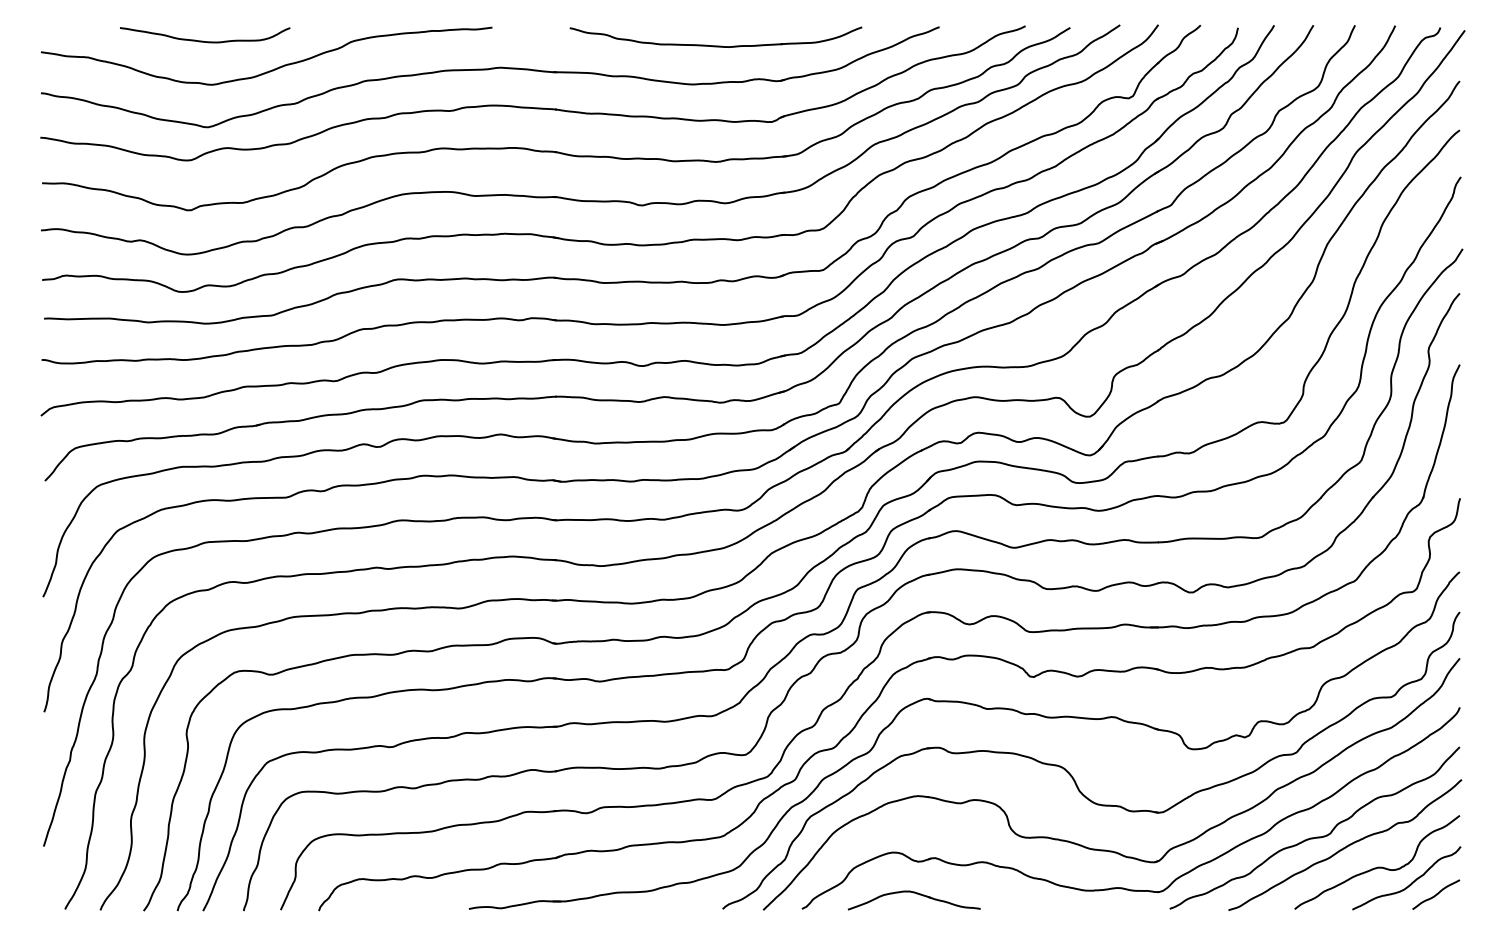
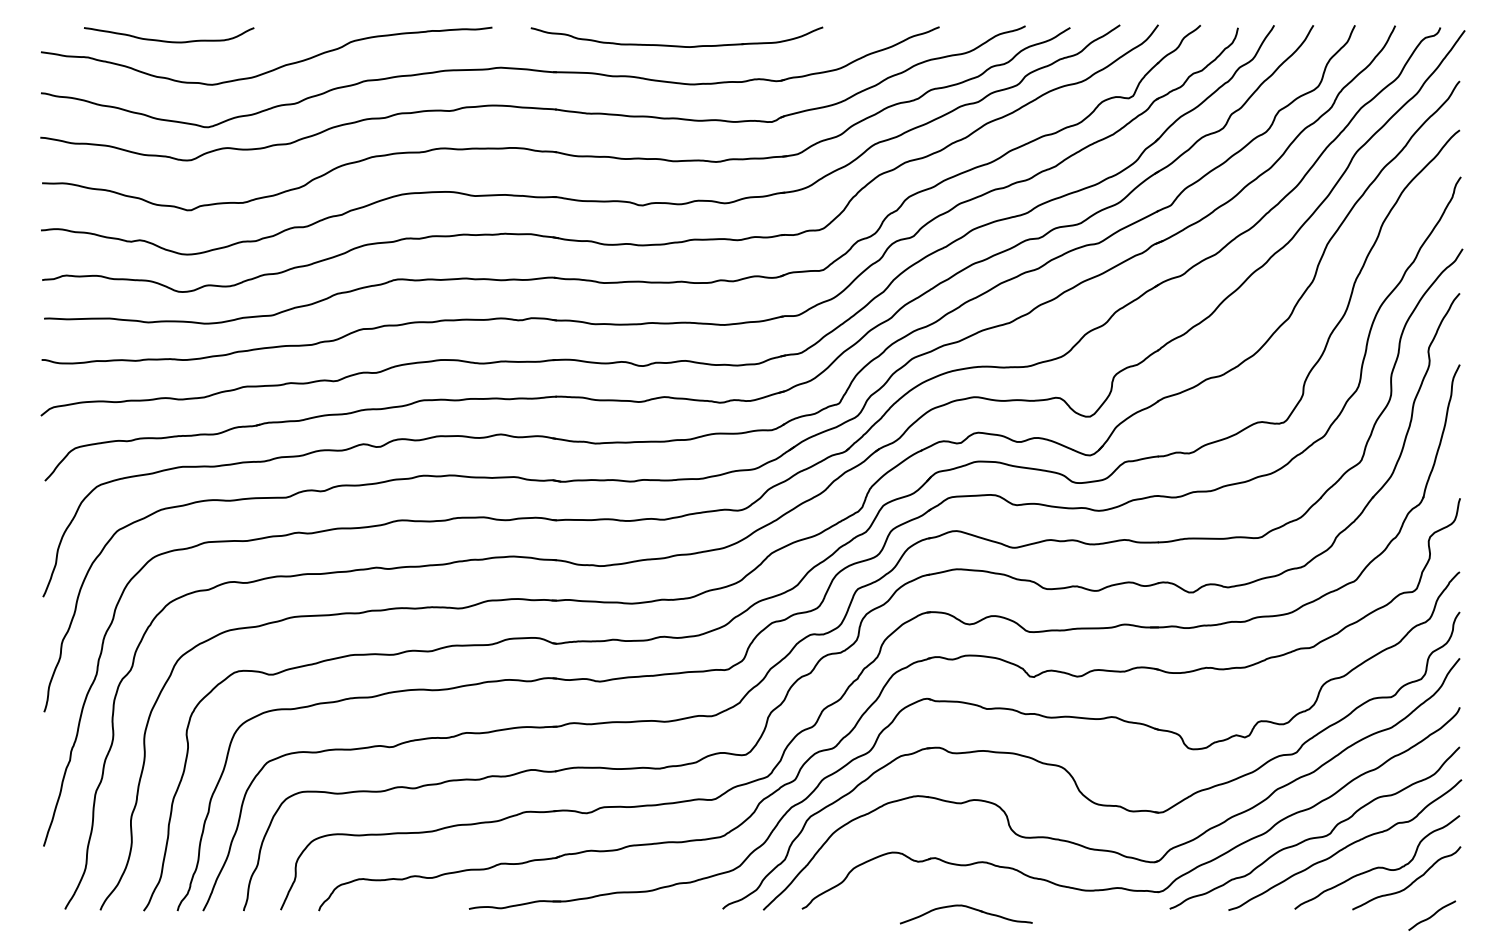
curve at (203, 40) position: (203, 40) -> (167, 40)
part at (715, 45) position: (715, 45) -> (676, 45)
part at (916, 894) position: (916, 894) -> (968, 908)
curve at (1436, 894) position: (1436, 894) -> (1432, 915)
